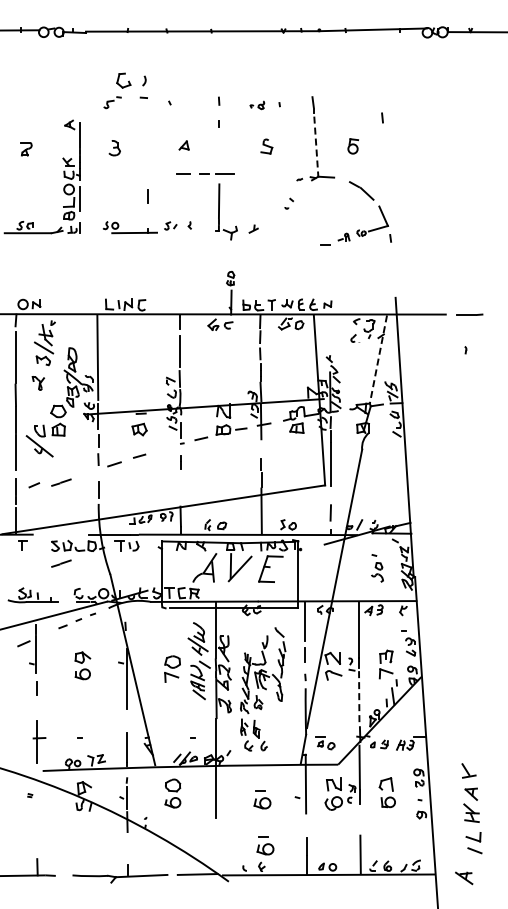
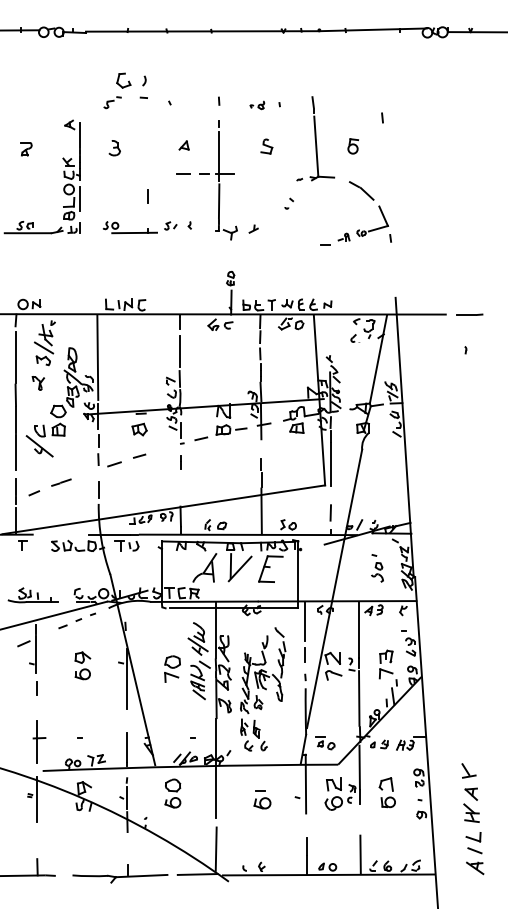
line at (316, 147): dashed -> solid
line at (219, 156): none -> present
line at (378, 359): dashed -> solid
line at (34, 485) position: (34, 485) -> (34, 493)
line at (61, 563): present -> none
line at (359, 698): dashed -> solid
line at (37, 798): none -> present
part at (265, 845): present -> none
line at (215, 848): none -> present
part at (464, 878) position: (464, 878) -> (475, 868)
